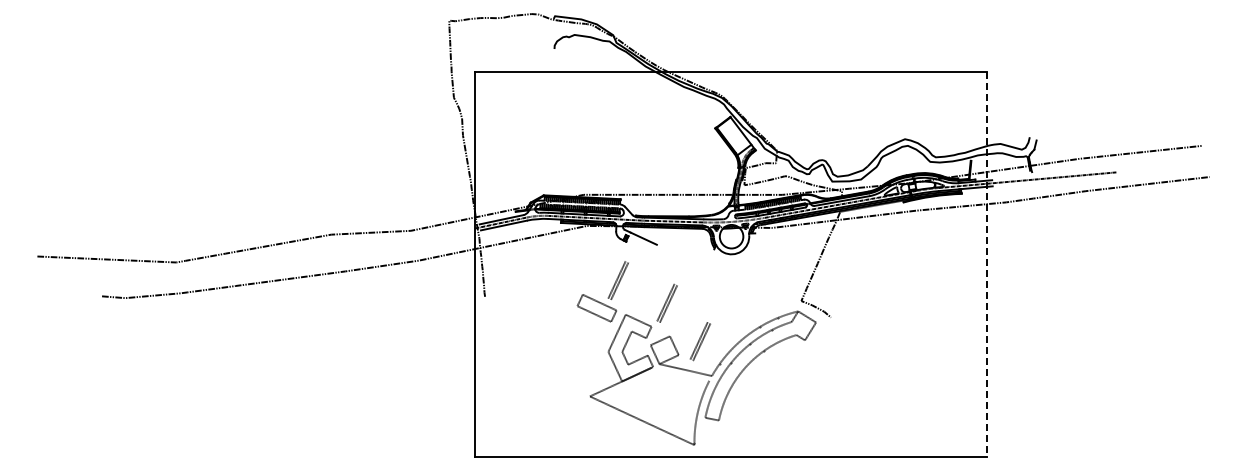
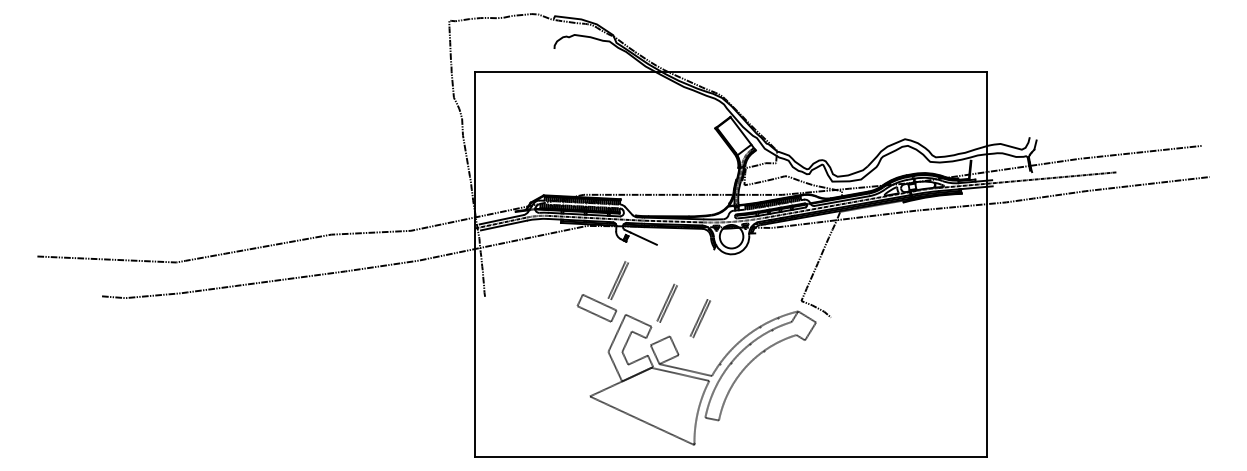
line at (987, 265): dashed -> solid
part at (699, 341) position: (699, 341) -> (699, 318)
line at (680, 373): none -> present
